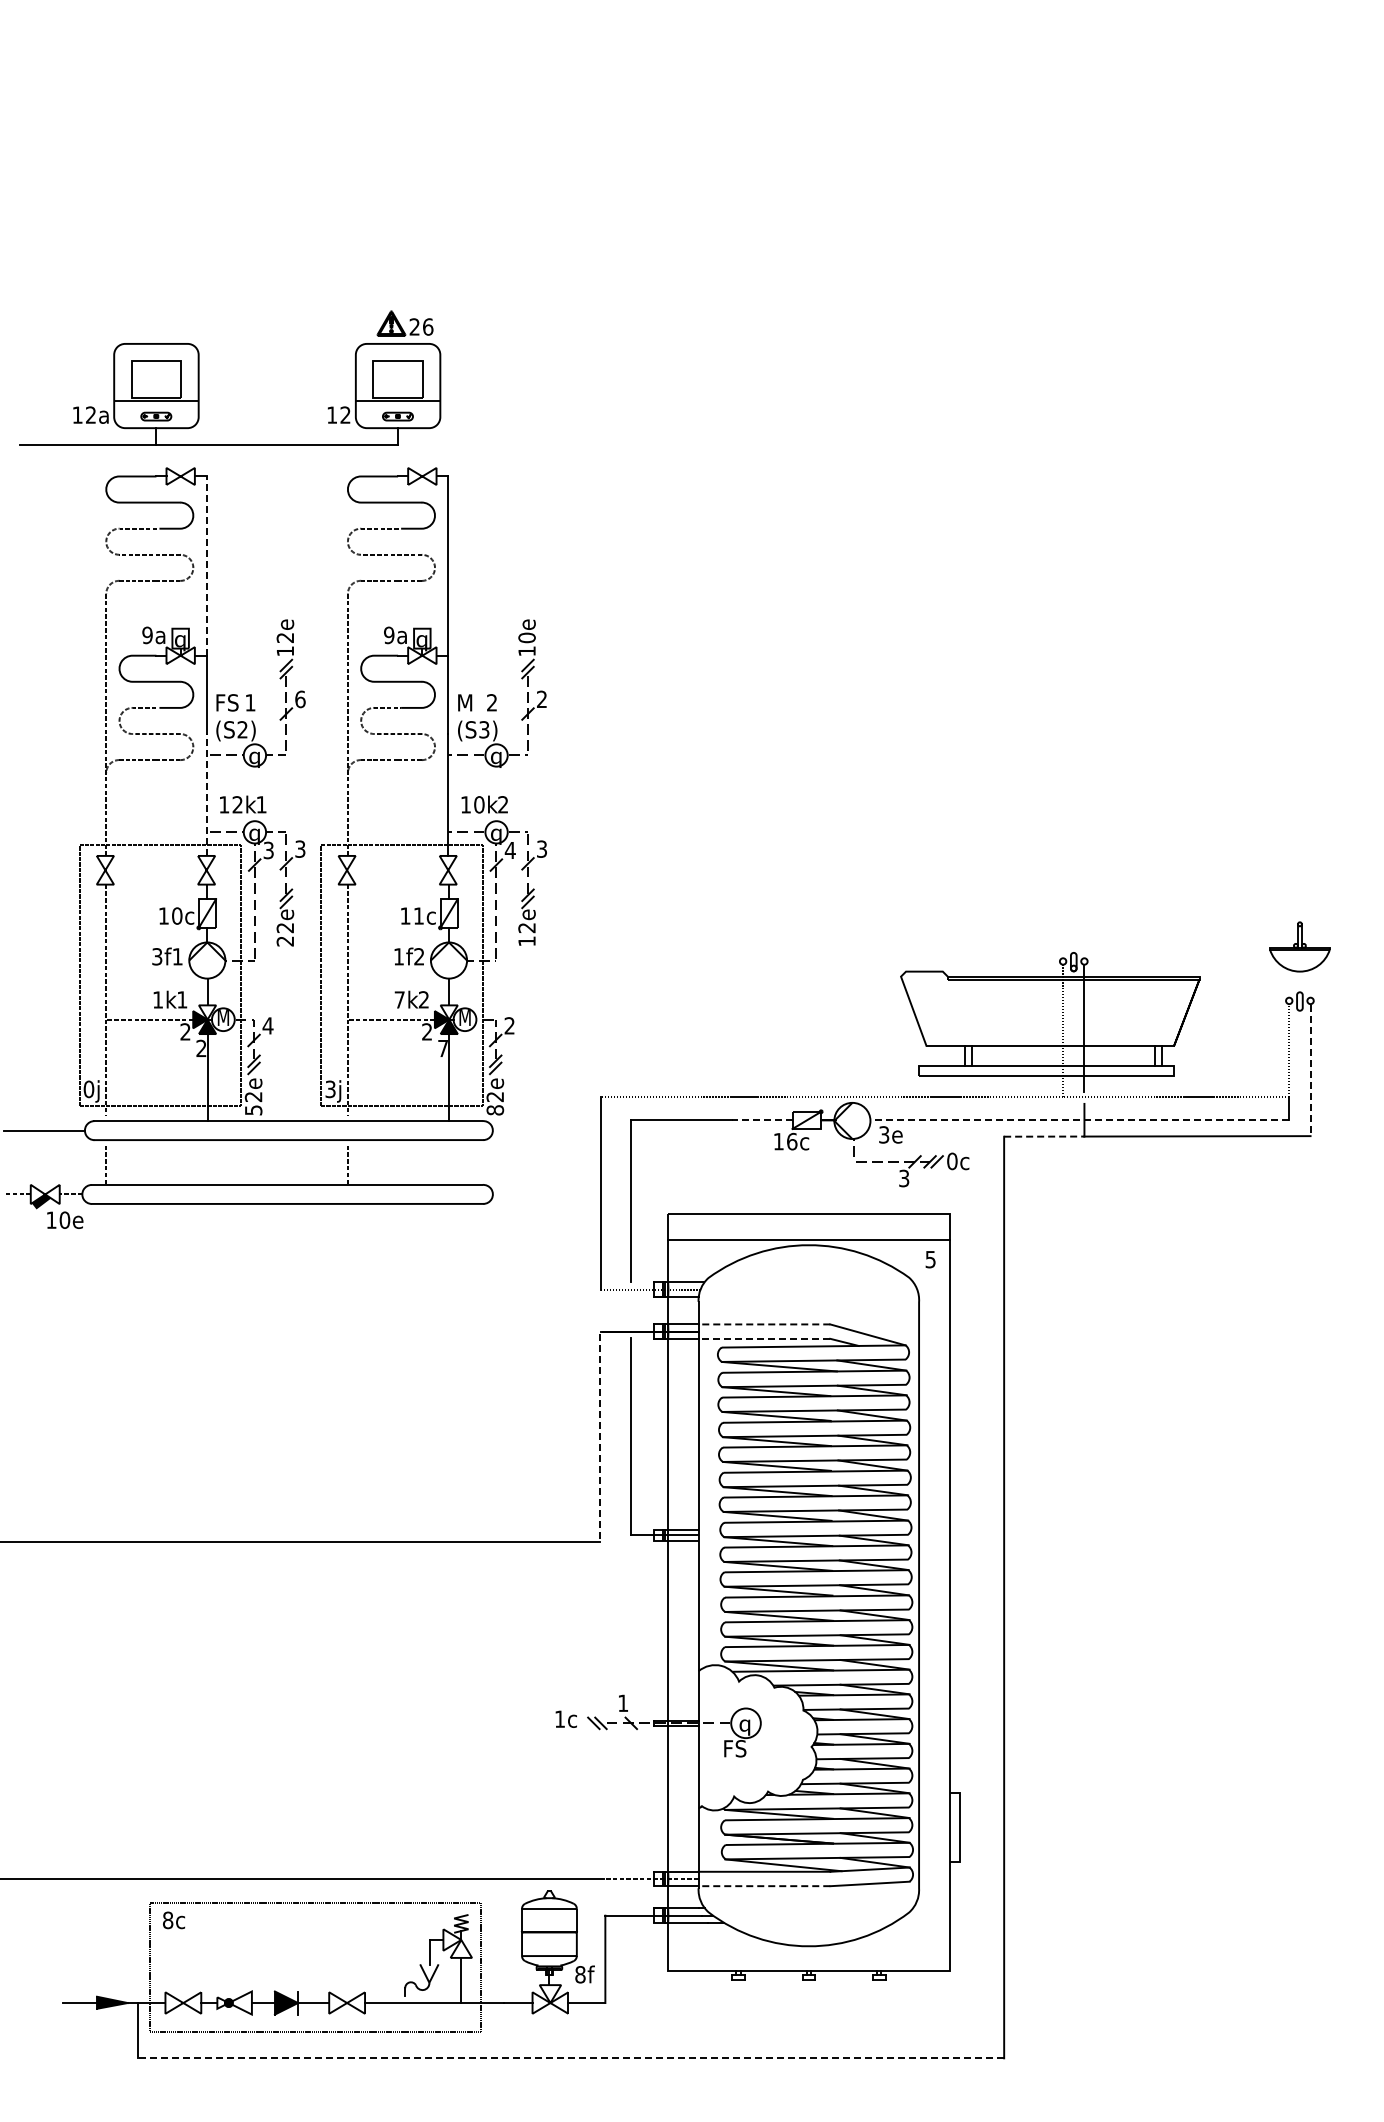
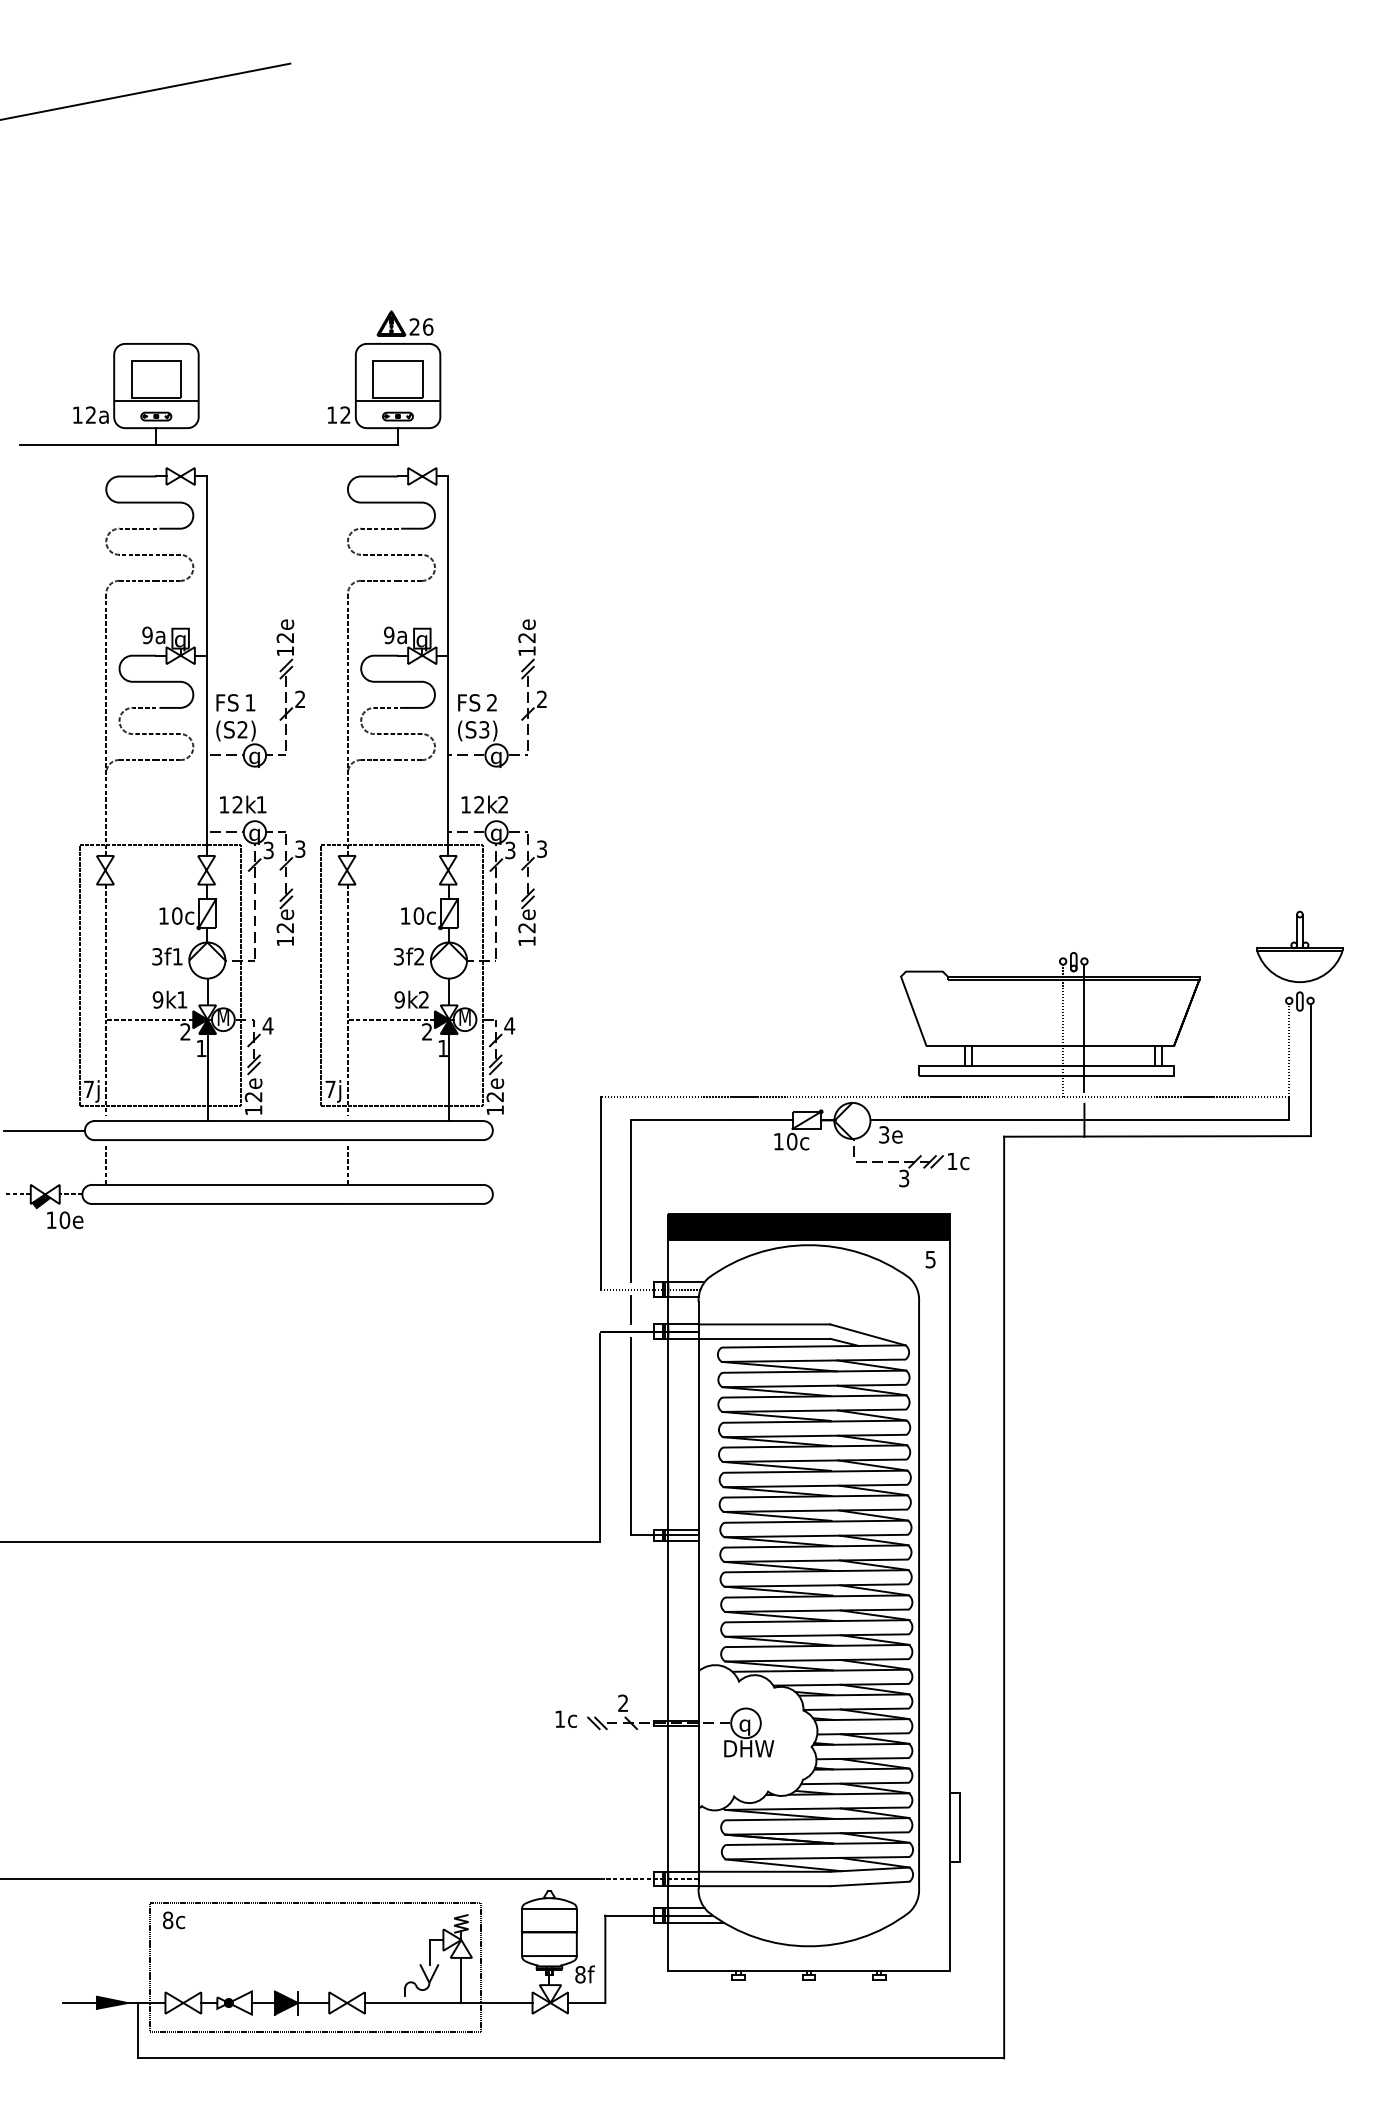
line at (146, 91): none -> present
line at (206, 566): dashed -> solid
text at (526, 637): 10e -> 12e
text at (300, 699): 6 -> 2
text at (470, 702): M -> FS
line at (206, 795): dashed -> solid
text at (479, 804): 10k -> 12k
text at (509, 850): 4 -> 3
text at (418, 915): 11c -> 10c
text at (284, 941): 22e -> 12e
part at (1299, 946) size: 62x52 px -> 88x74 px
text at (398, 956): 1f -> 3f
text at (157, 999): 1k -> 9k
text at (399, 999): 7k -> 9k
text at (509, 1025): 2 -> 4
text at (201, 1047): 2 -> 1
text at (442, 1048): 7 -> 1
line at (1310, 1071): dashed -> solid
text at (88, 1089): 0j -> 7j
text at (330, 1089): 3j -> 7j
text at (253, 1110): 52e -> 12e
text at (495, 1110): 82e -> 12e
line at (761, 1120): dashed -> solid
line at (1080, 1120): dashed -> solid
line at (1044, 1136): dashed -> solid
text at (792, 1141): 16c -> 10c
text at (952, 1161): 0c -> 1c
fill at (808, 1226): none -> present
line at (631, 1309): none -> present
line at (764, 1324): dashed -> solid
line at (764, 1338): dashed -> solid
line at (600, 1437): dashed -> solid
text at (622, 1702): 1 -> 2
text at (750, 1748): FS -> DHW
line at (764, 1886): dashed -> solid
line at (570, 2058): dashed -> solid
